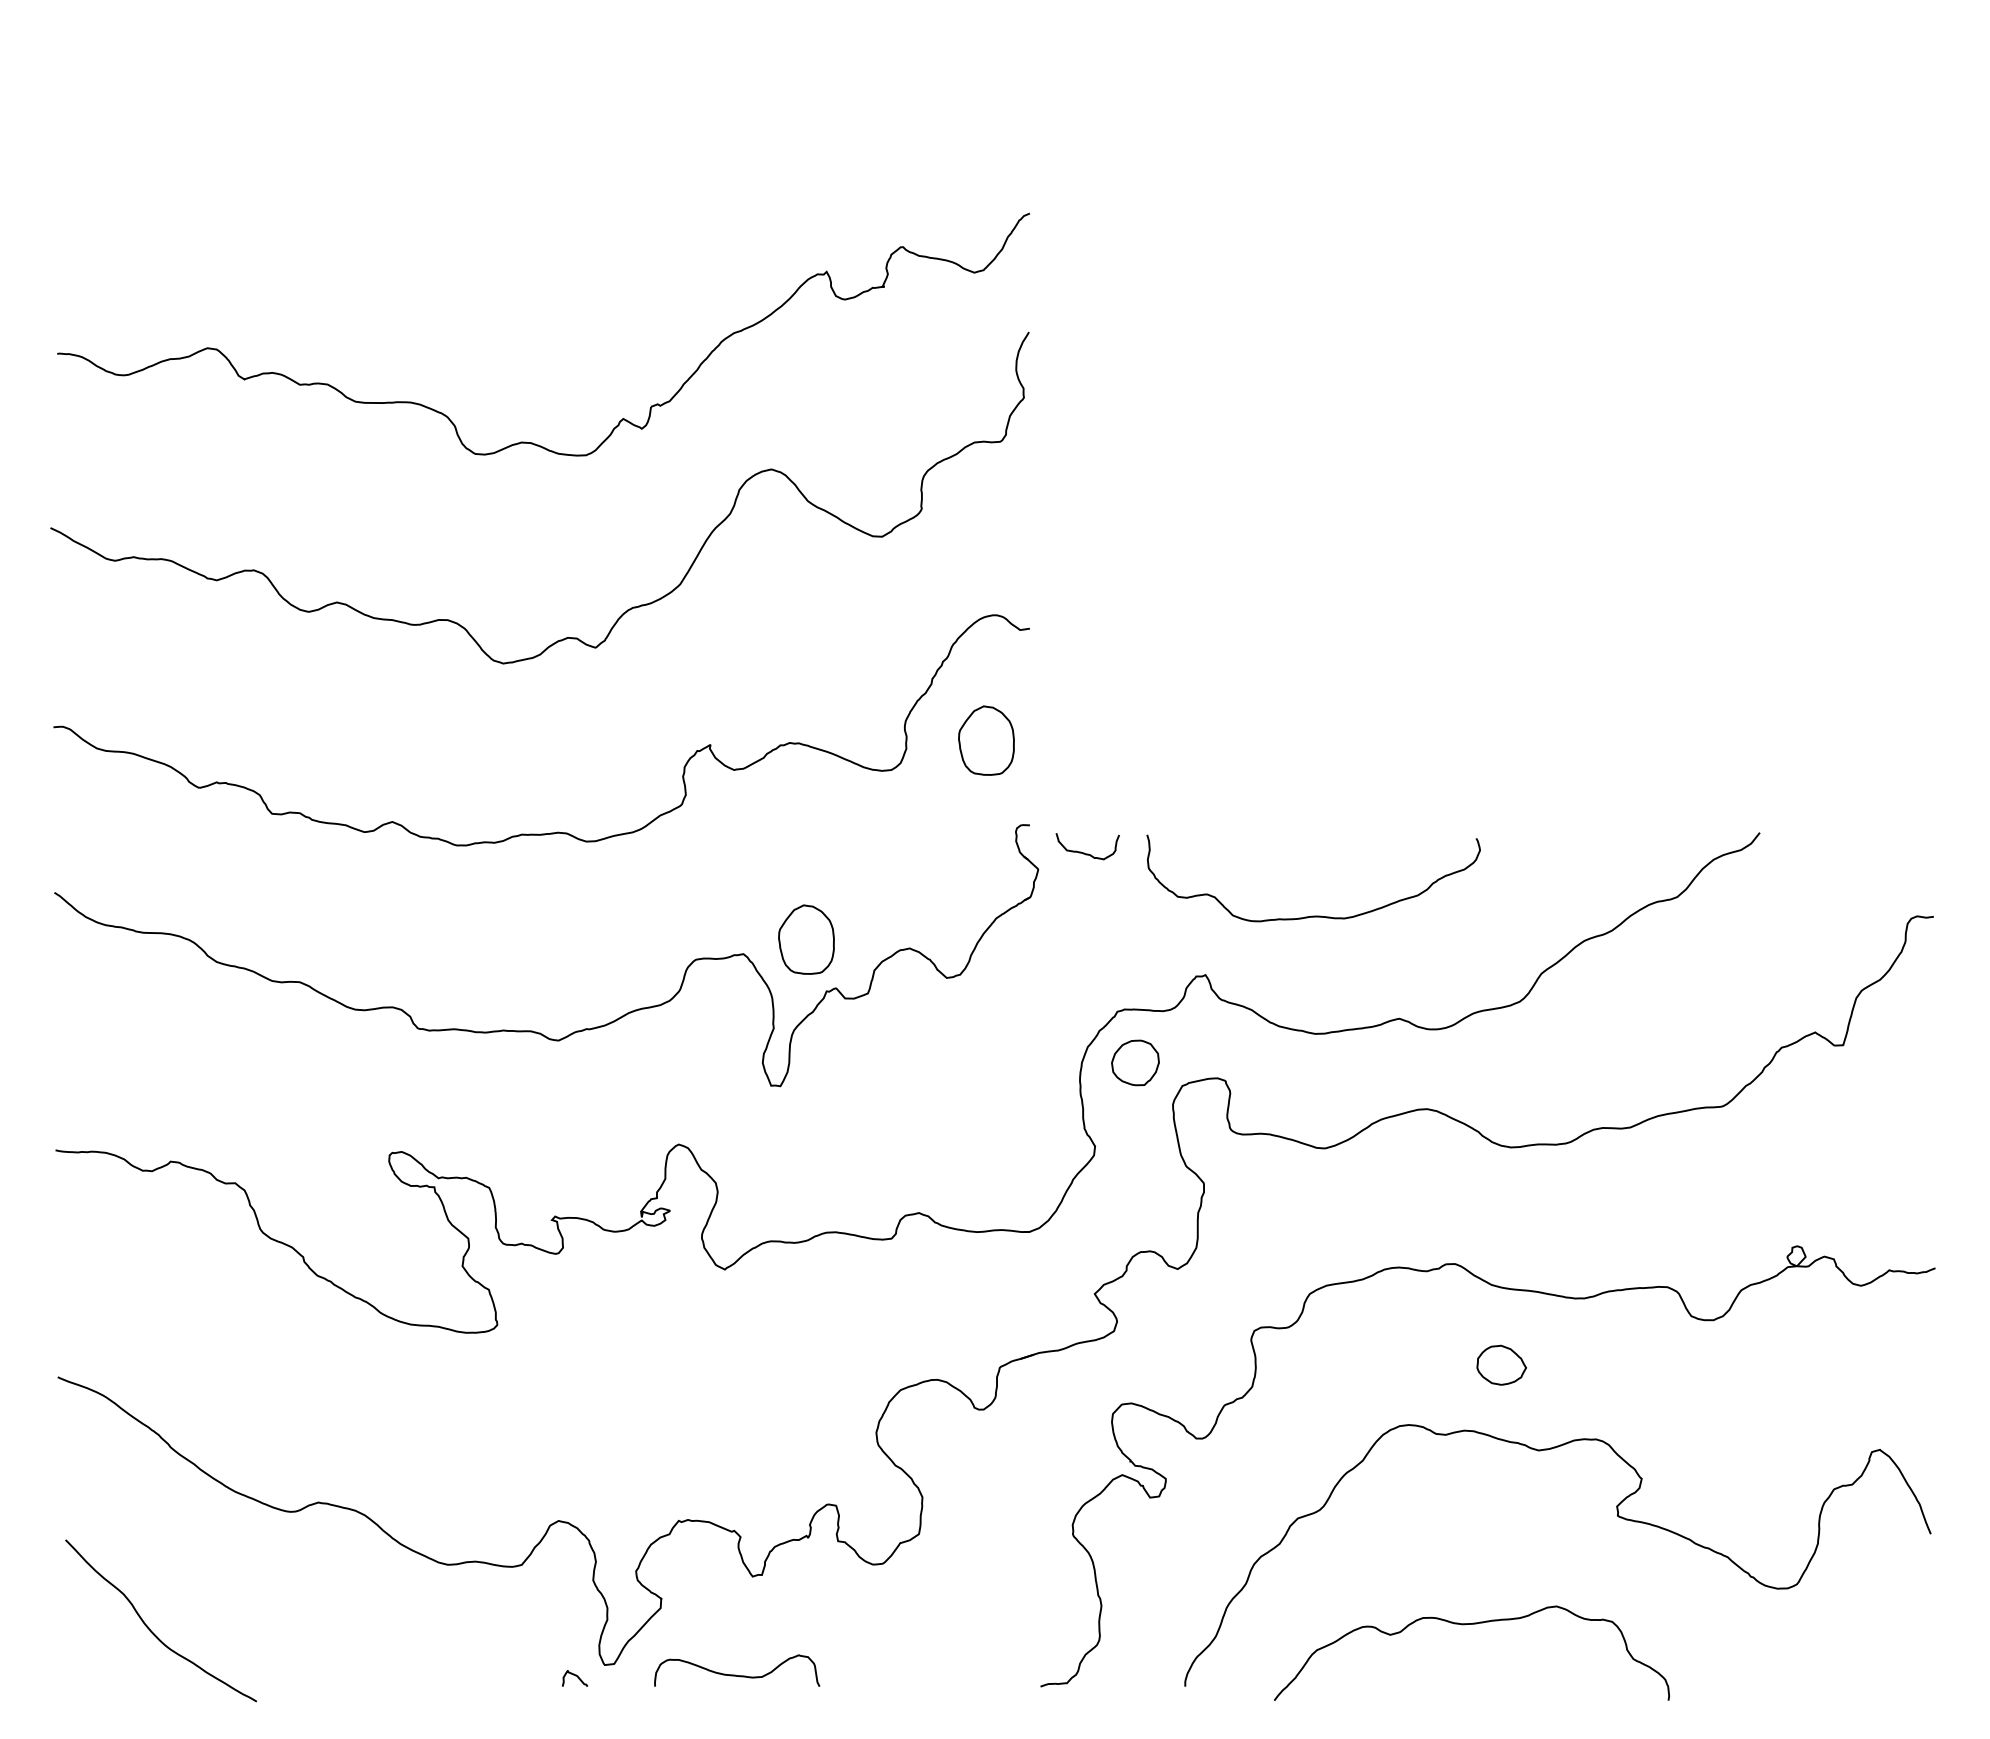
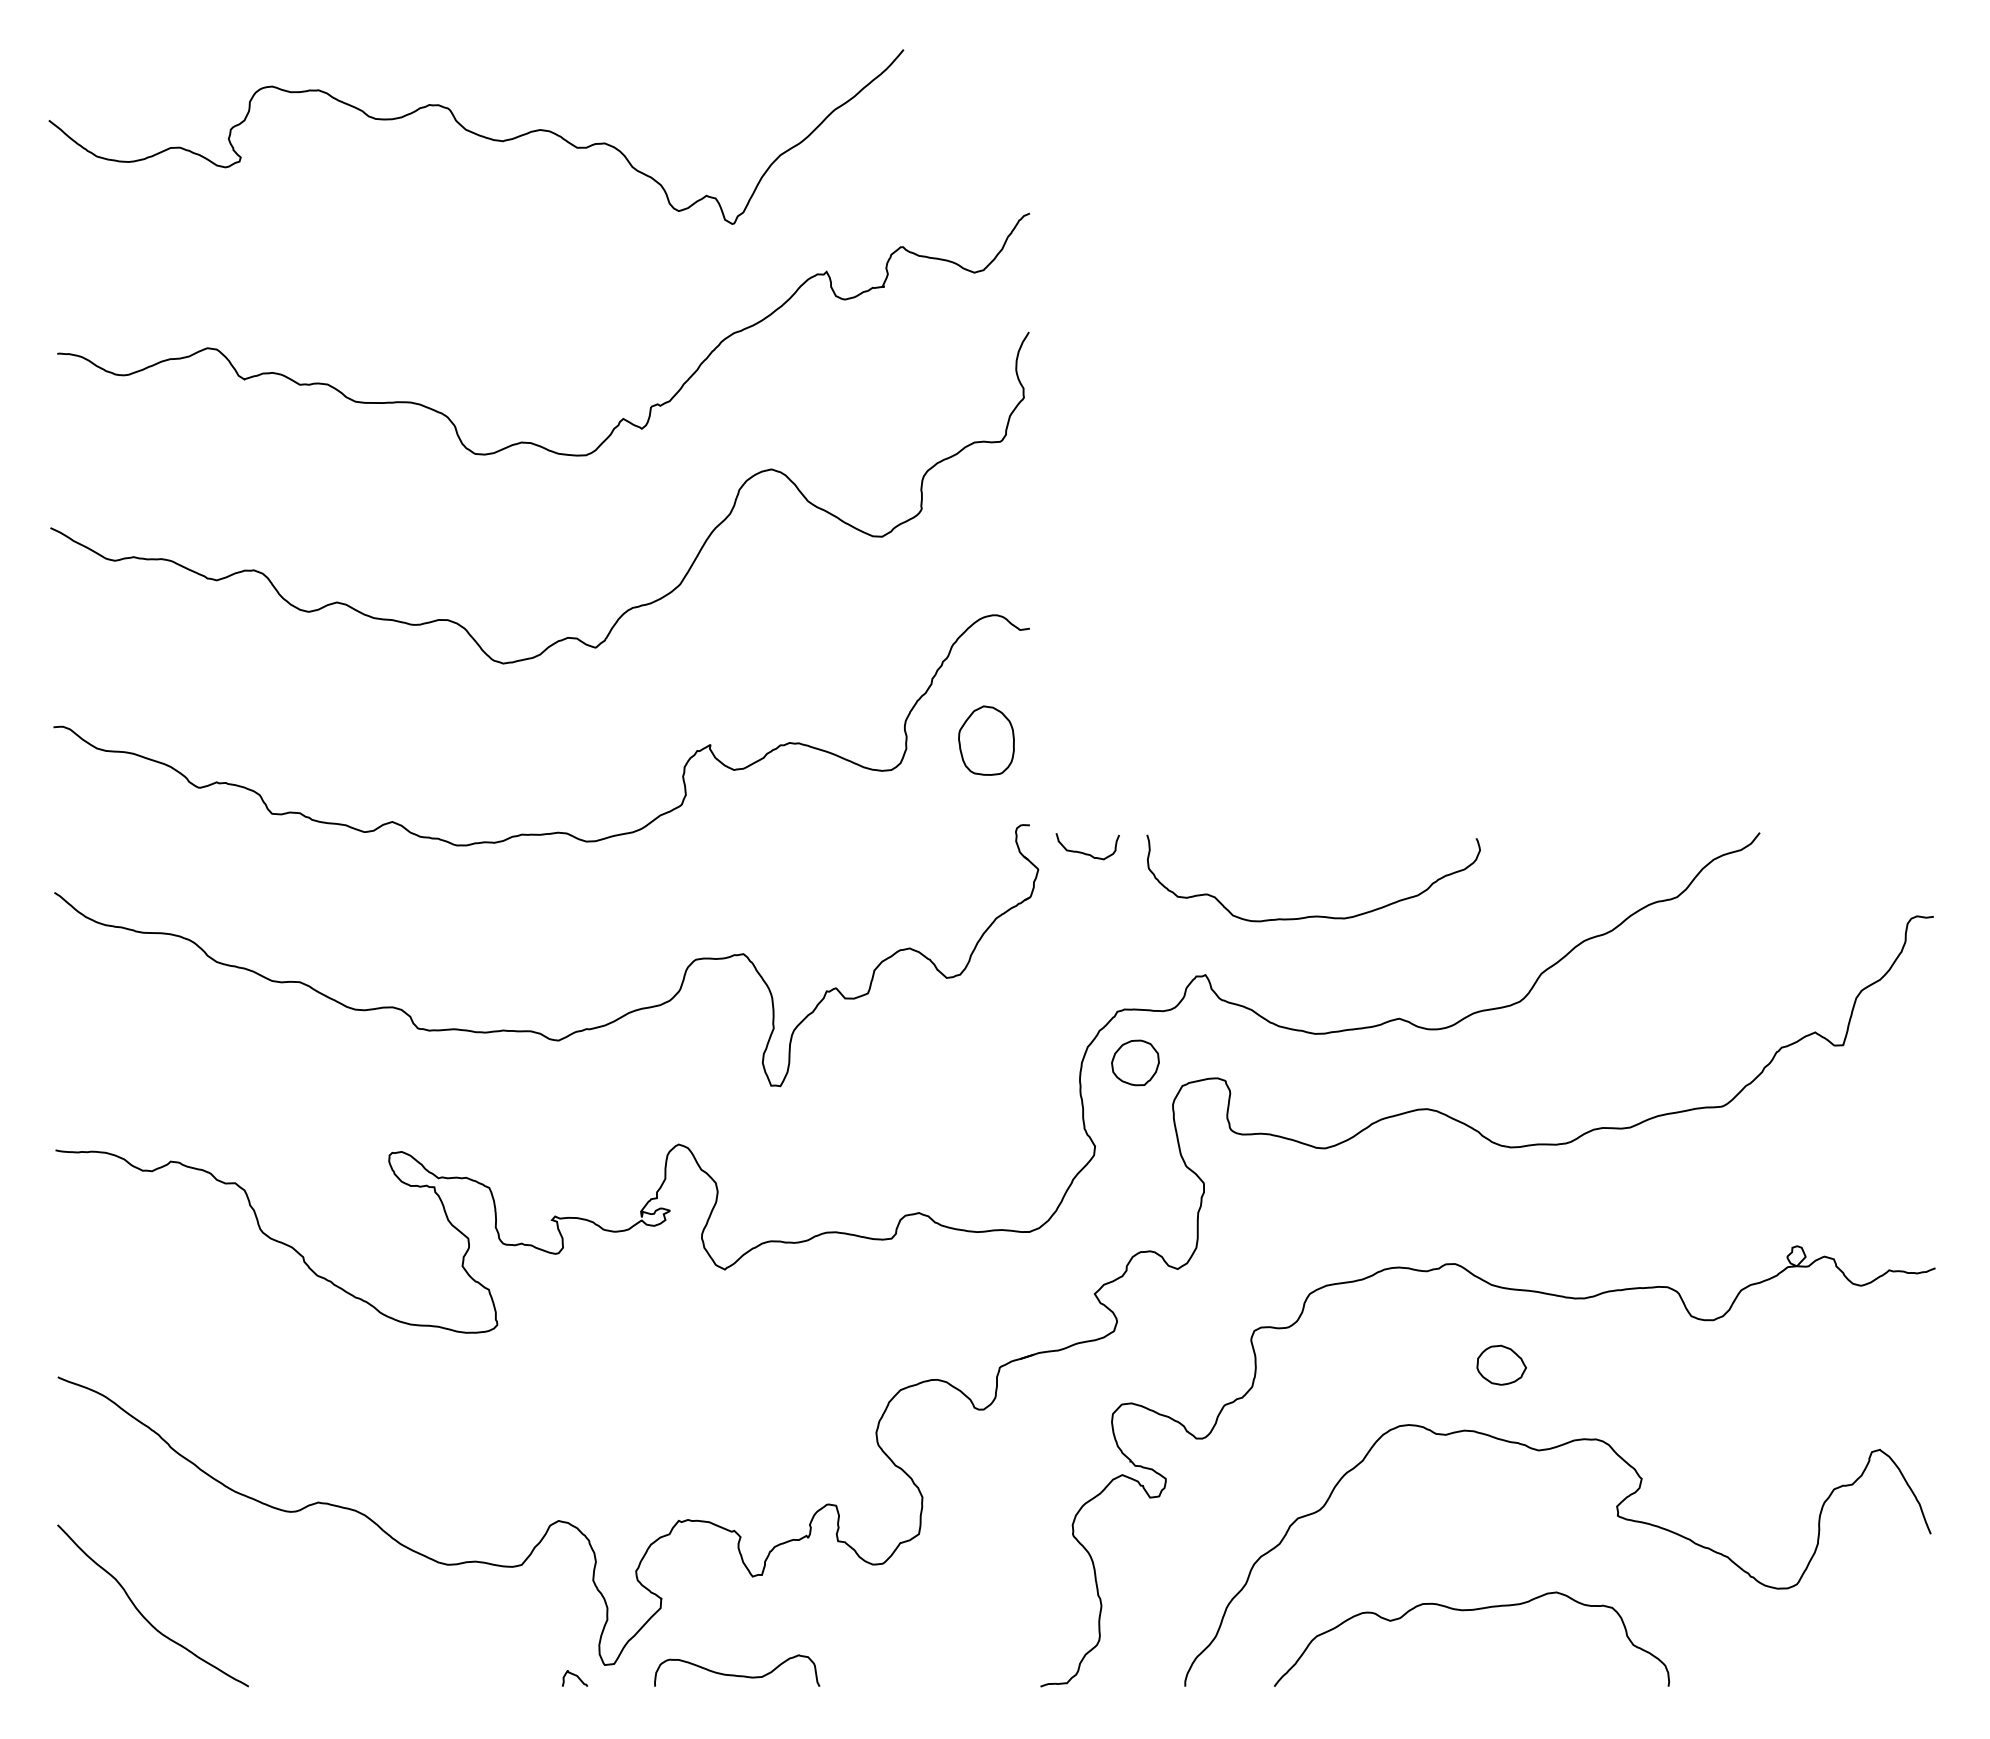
curve at (476, 135): none -> present
part at (806, 939): present -> none
curve at (1472, 1624) position: (1472, 1624) -> (1472, 1610)
curve at (149, 1627) position: (149, 1627) -> (141, 1612)
